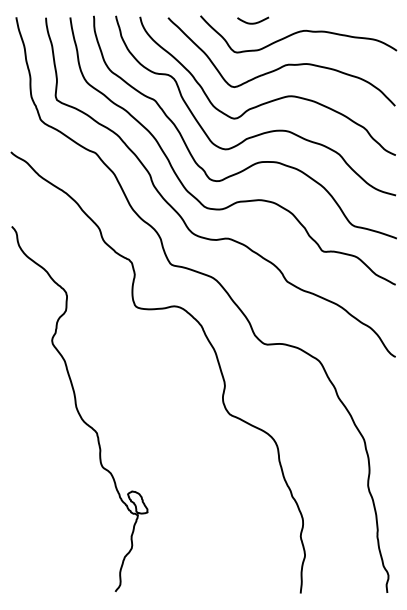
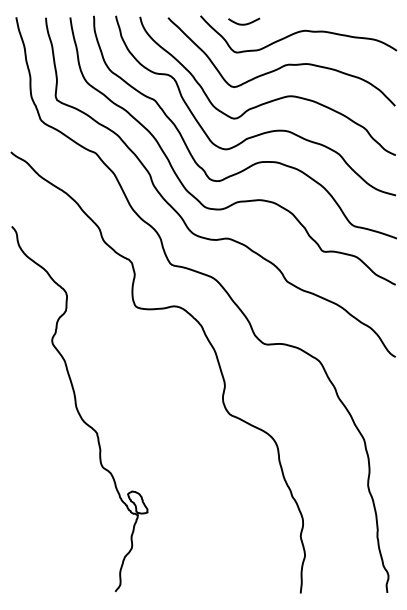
curve at (253, 22) position: (253, 22) -> (244, 23)
